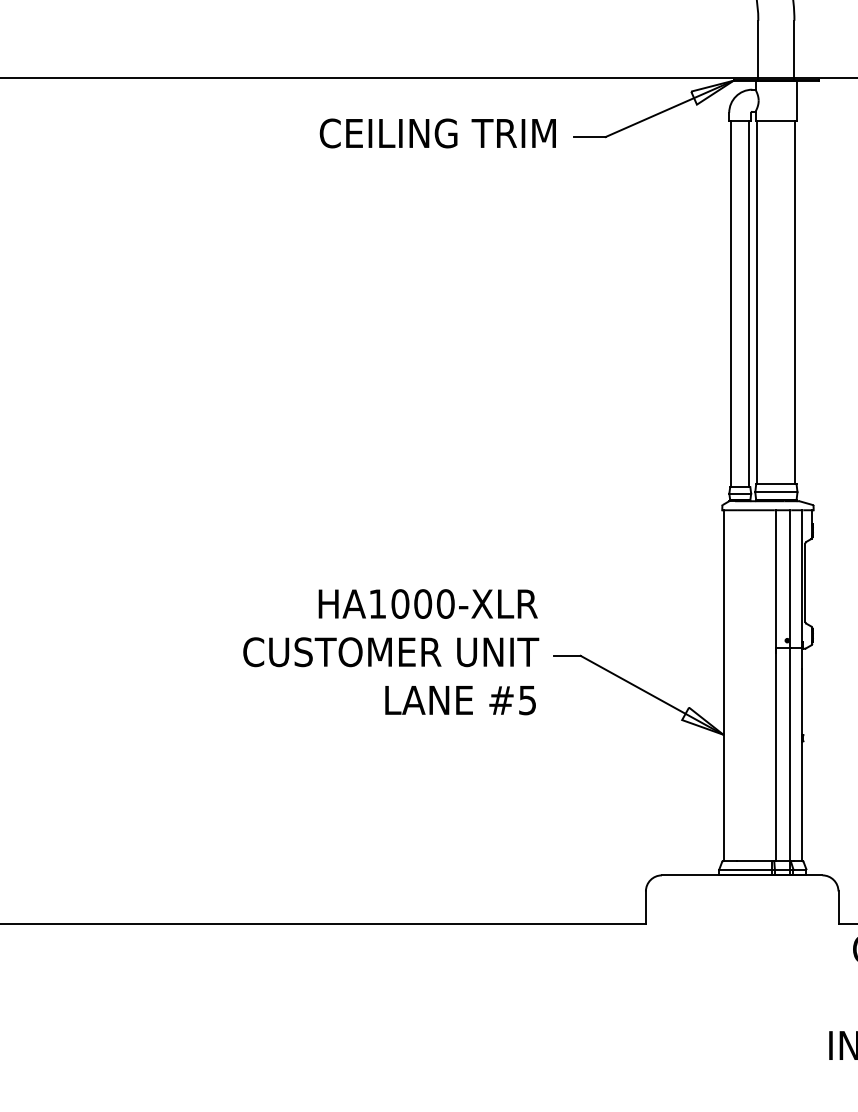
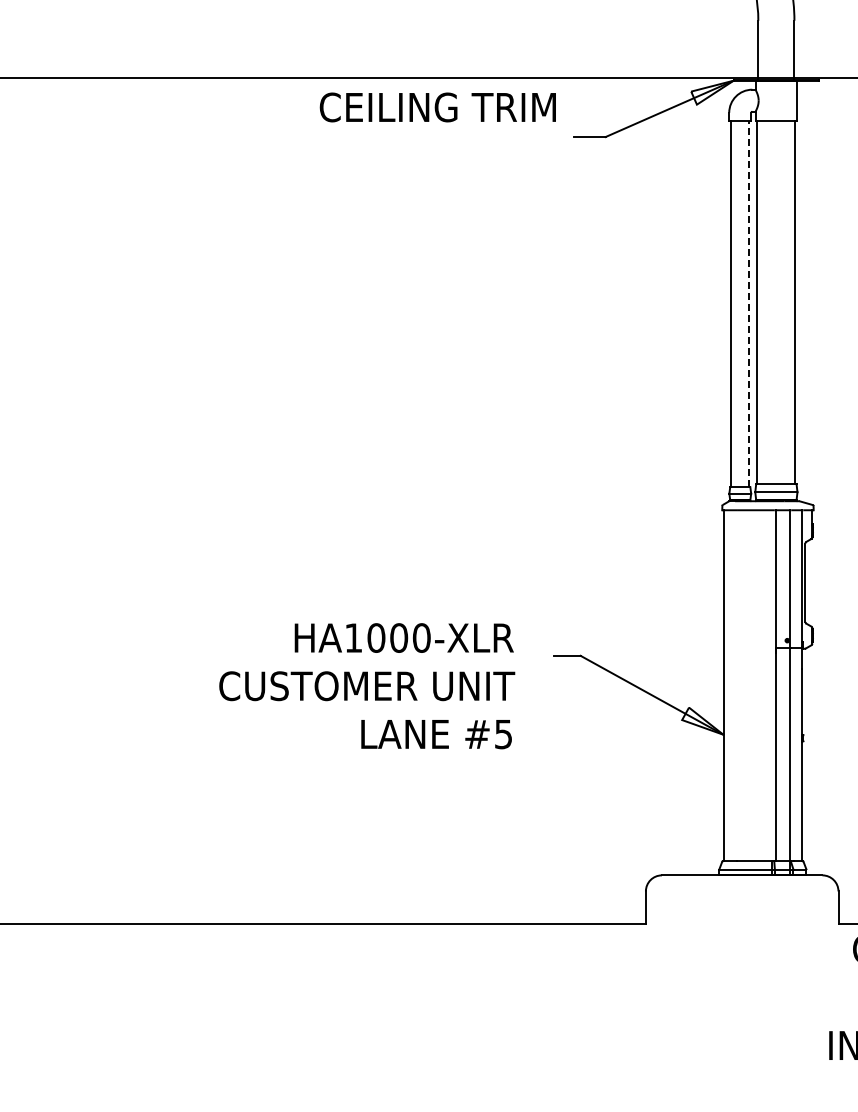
text at (437, 133) position: (437, 133) -> (437, 107)
line at (749, 303): solid -> dashed
text at (391, 652) position: (391, 652) -> (367, 686)
